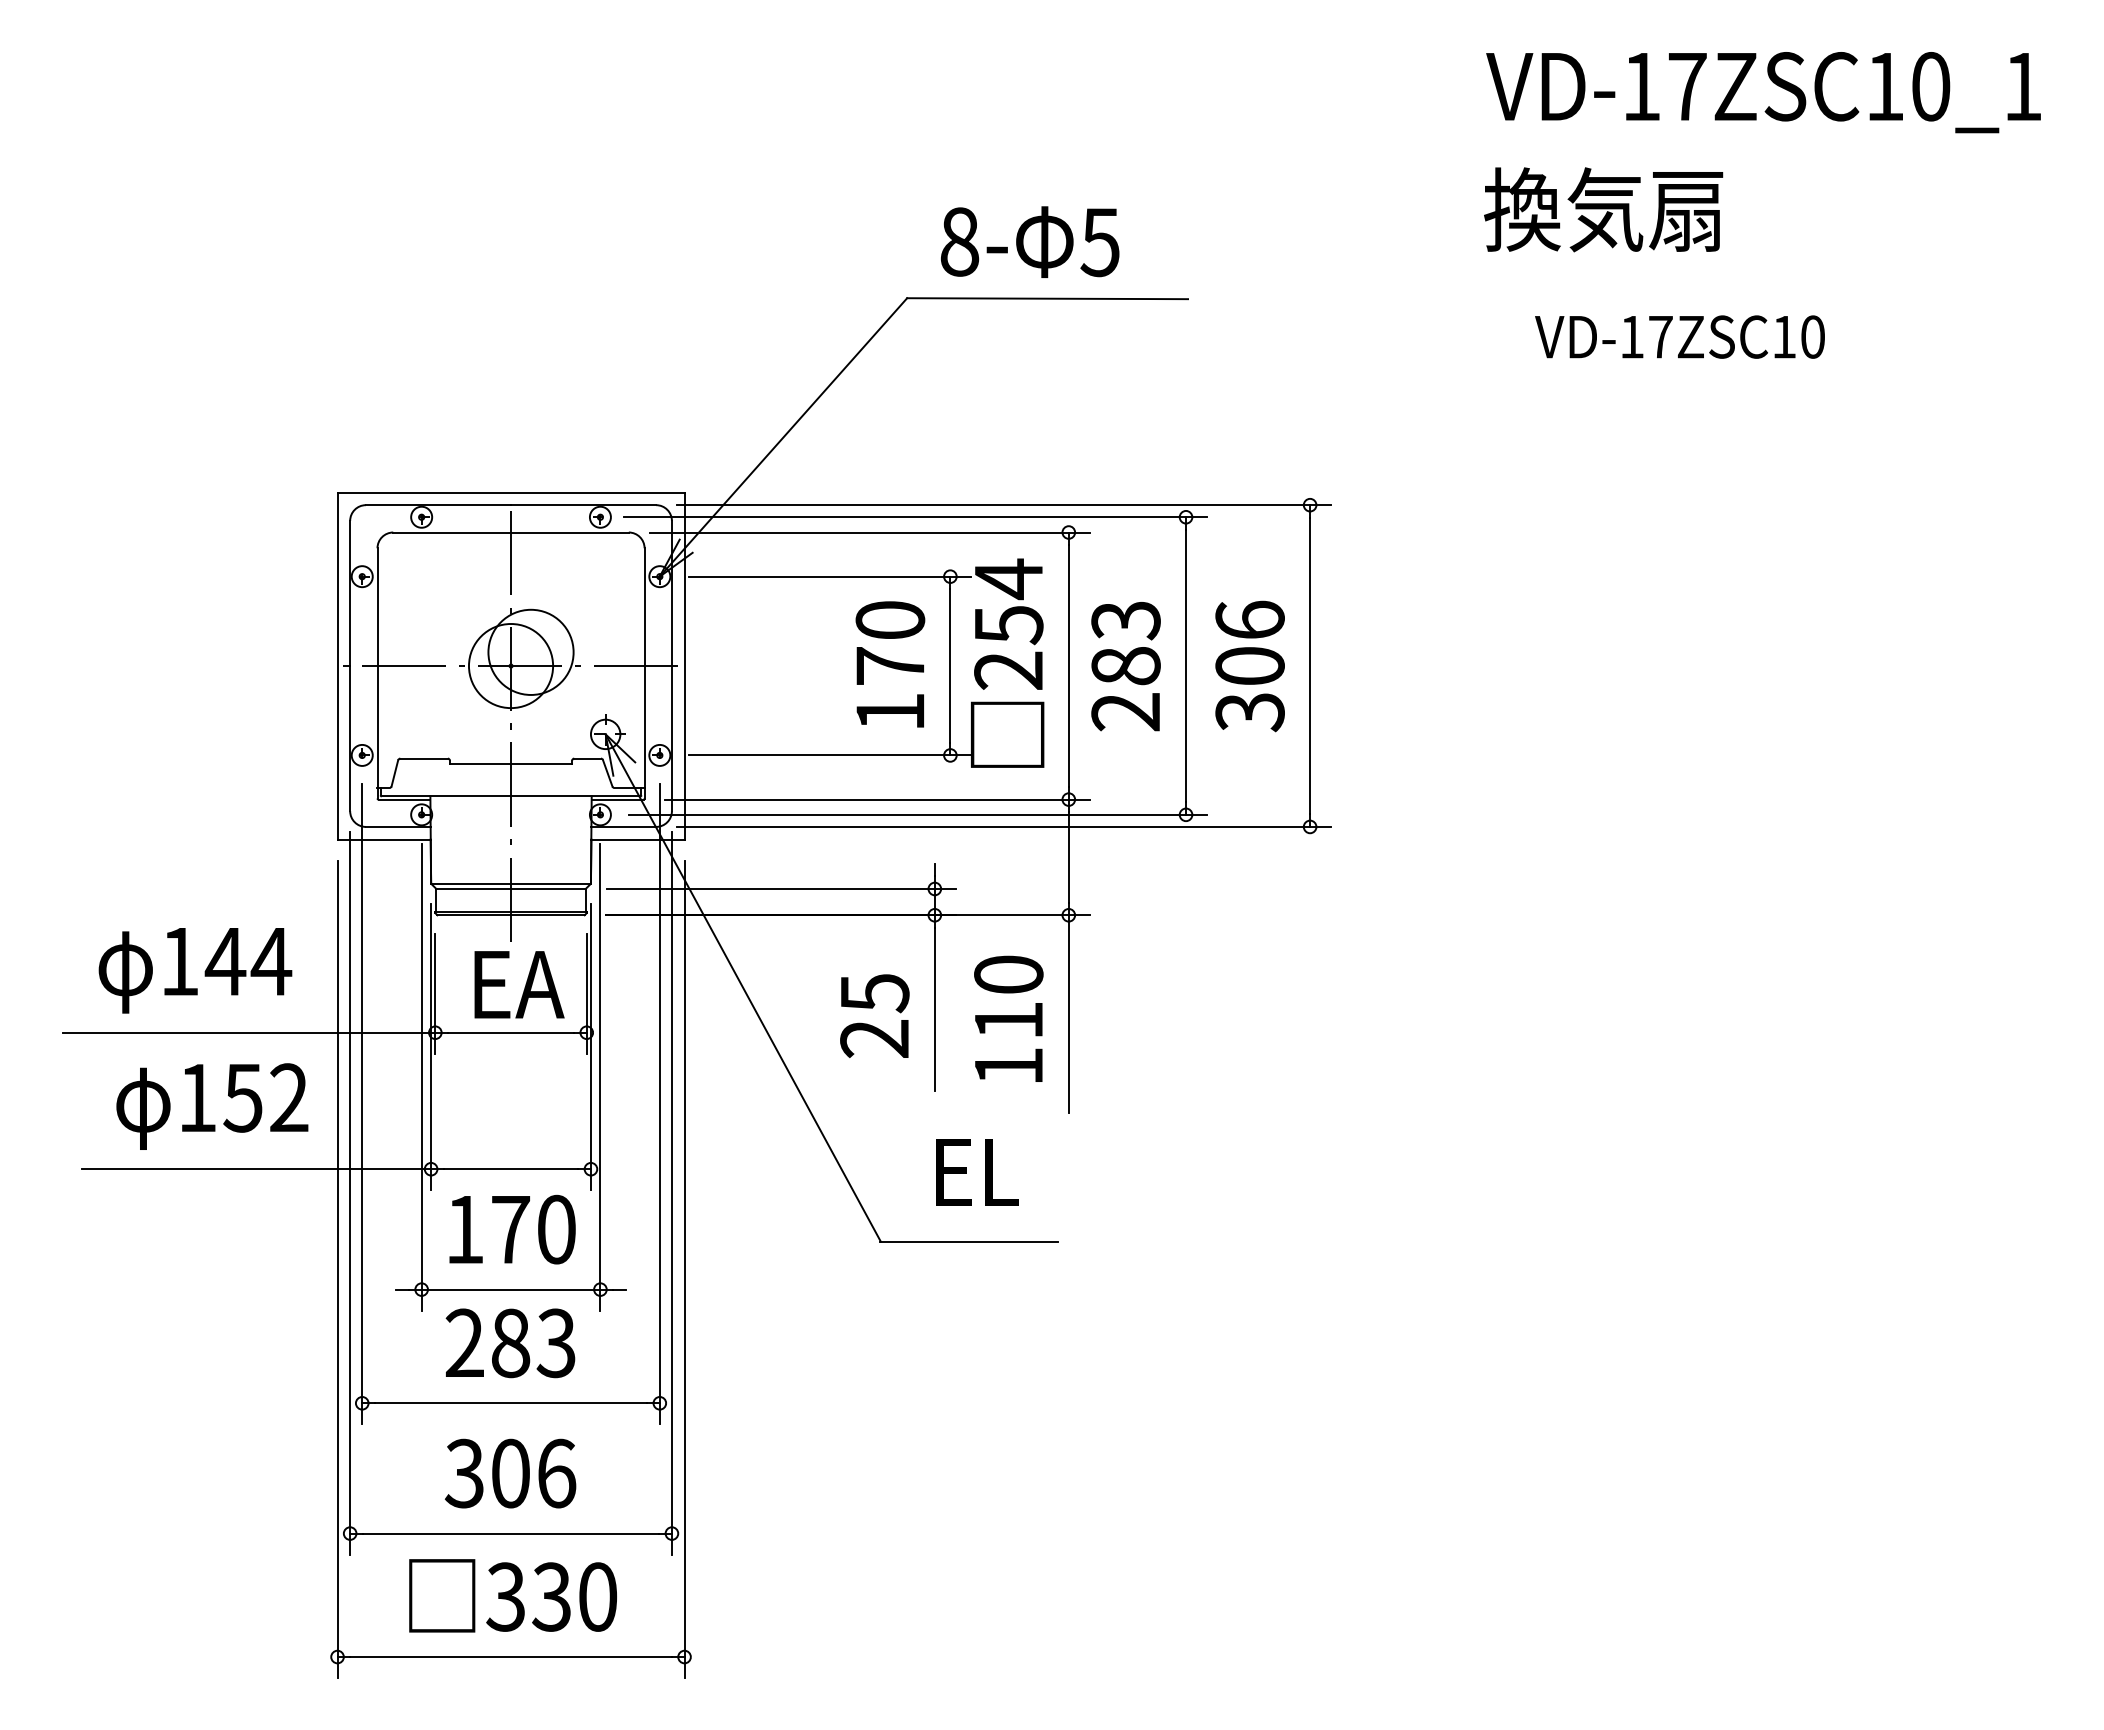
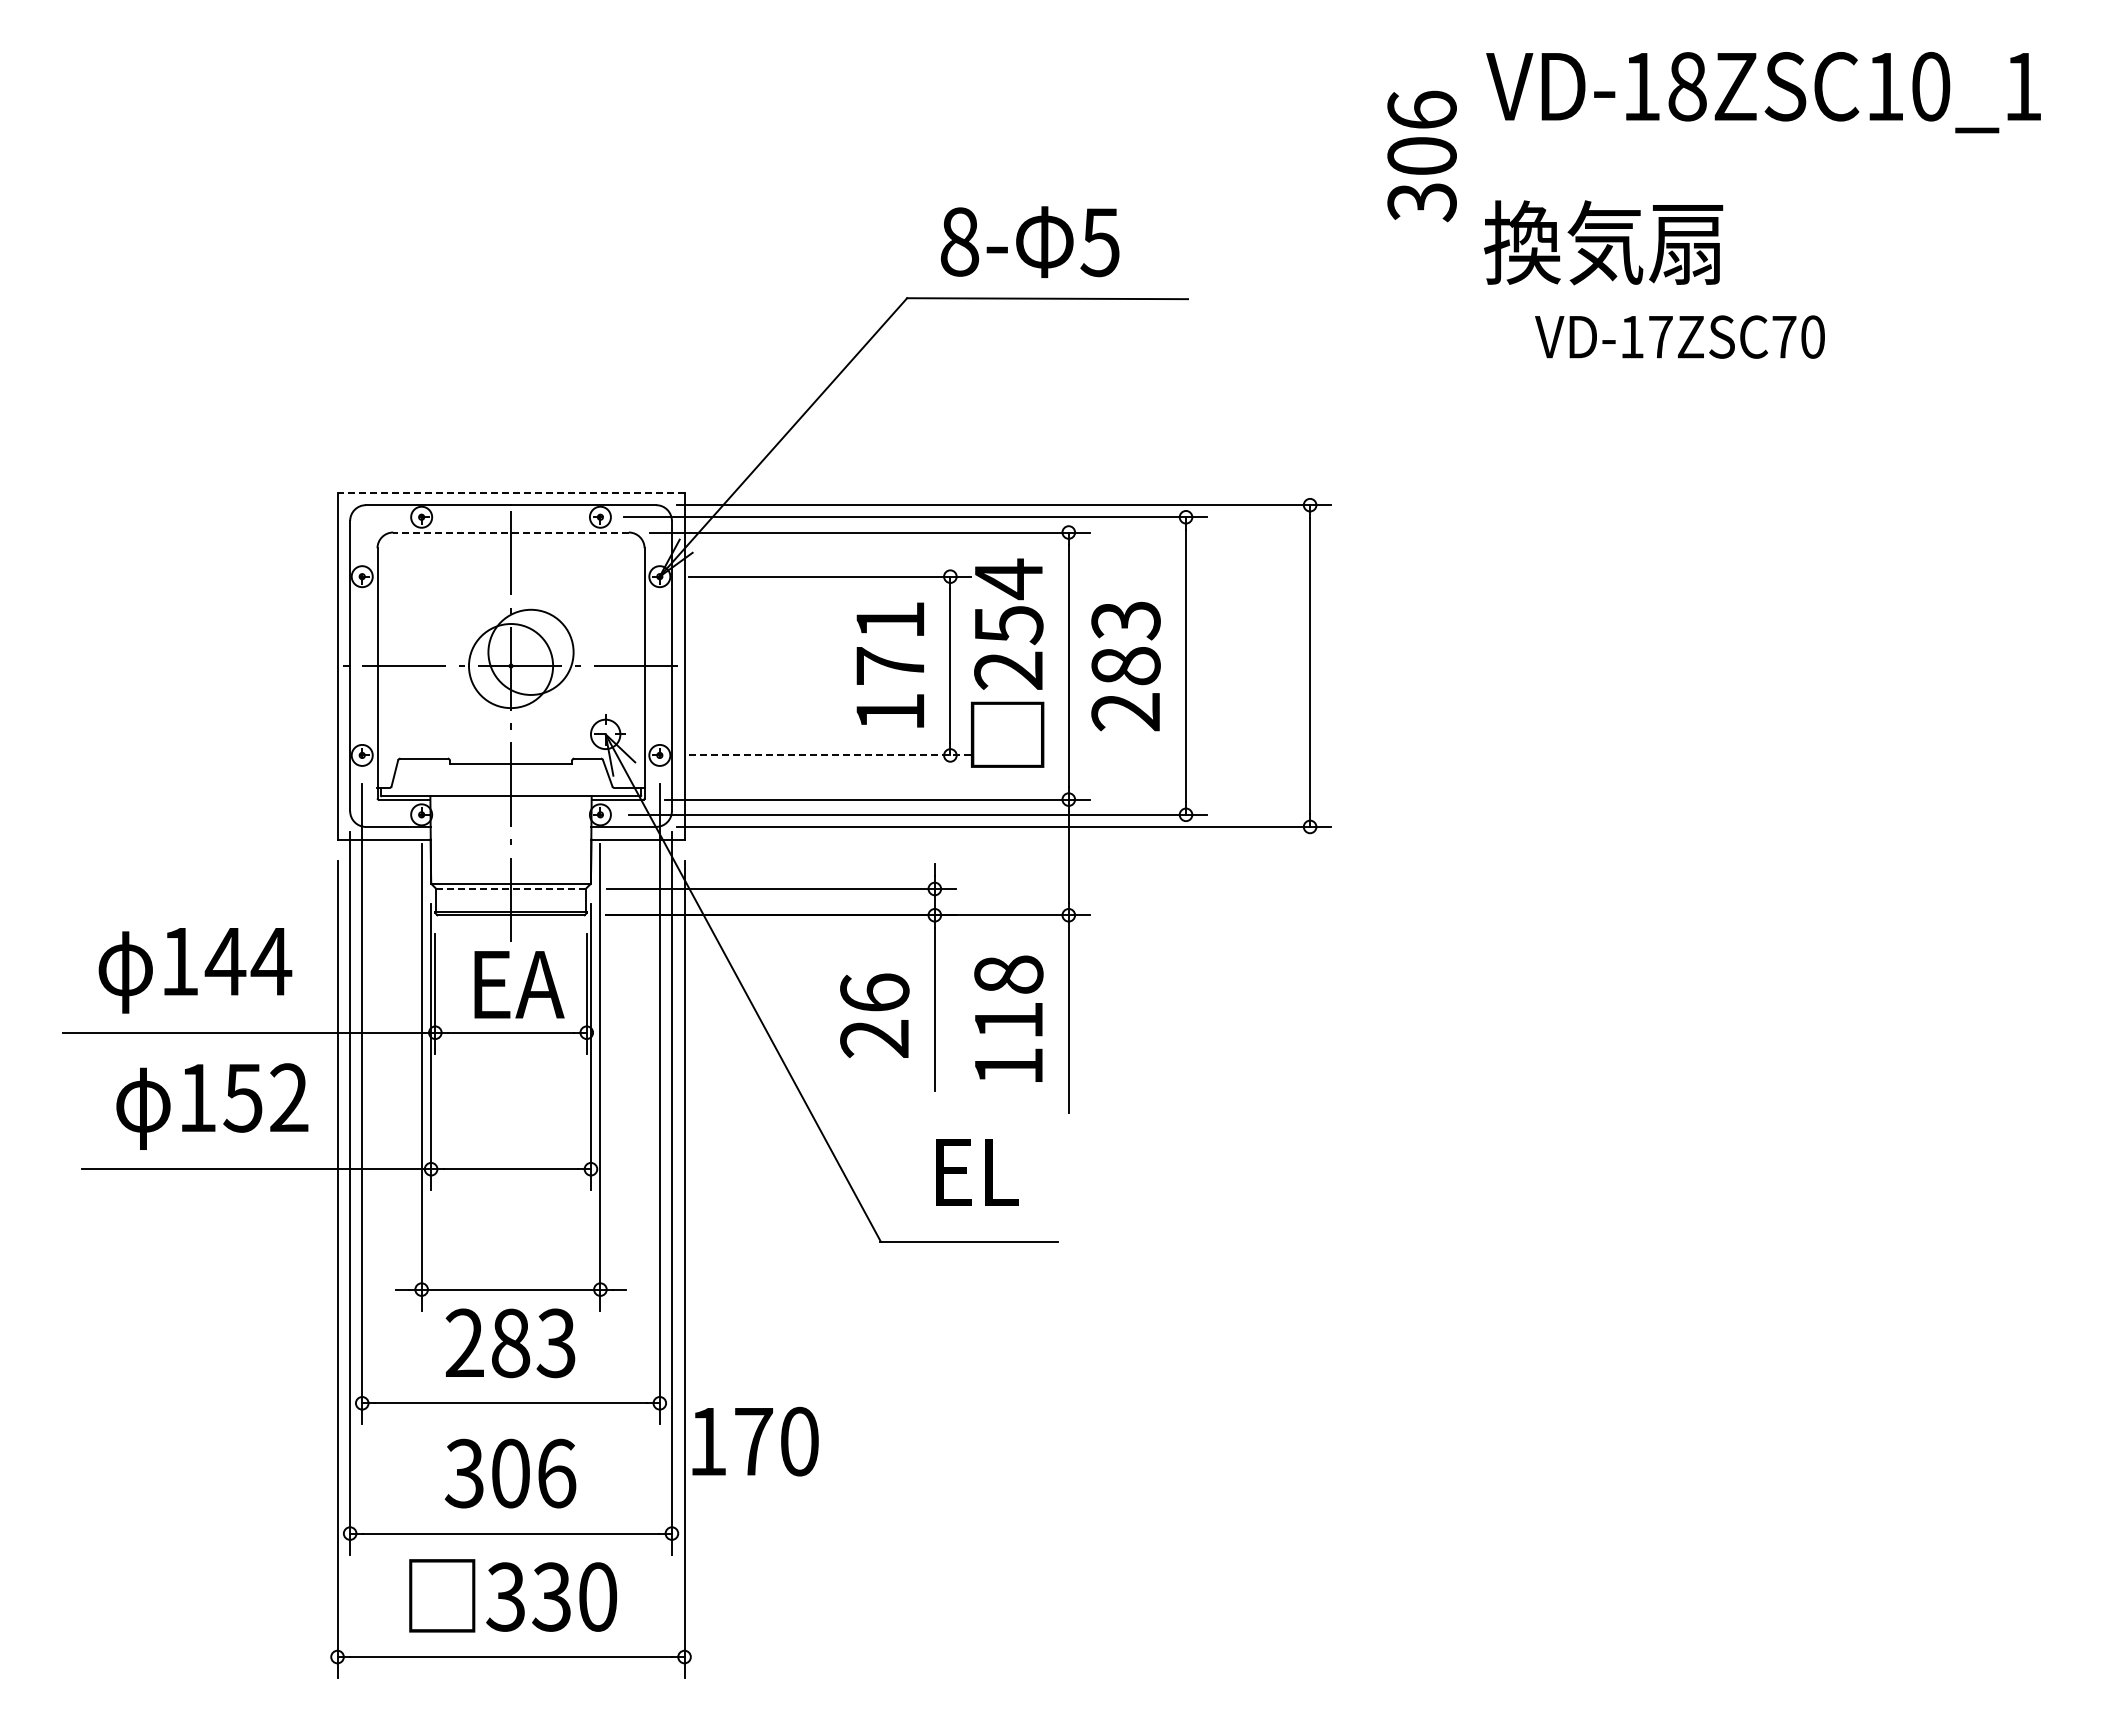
text at (1687, 86): VD-17ZSC10_1 -> VD-18ZSC10_1
text at (1603, 209) position: (1603, 209) -> (1603, 242)
text at (1784, 337): VD-17ZSC10 -> VD-17ZSC70
line at (511, 492): solid -> dashed
line at (511, 532): solid -> dashed
text at (890, 619): 170 -> 171
text at (1249, 666) position: (1249, 666) -> (1421, 156)
line at (830, 755): solid -> dashed
line at (511, 888): solid -> dashed
text at (1008, 974): 110 -> 118
text at (874, 993): 25 -> 26
text at (512, 1229) position: (512, 1229) -> (755, 1441)
